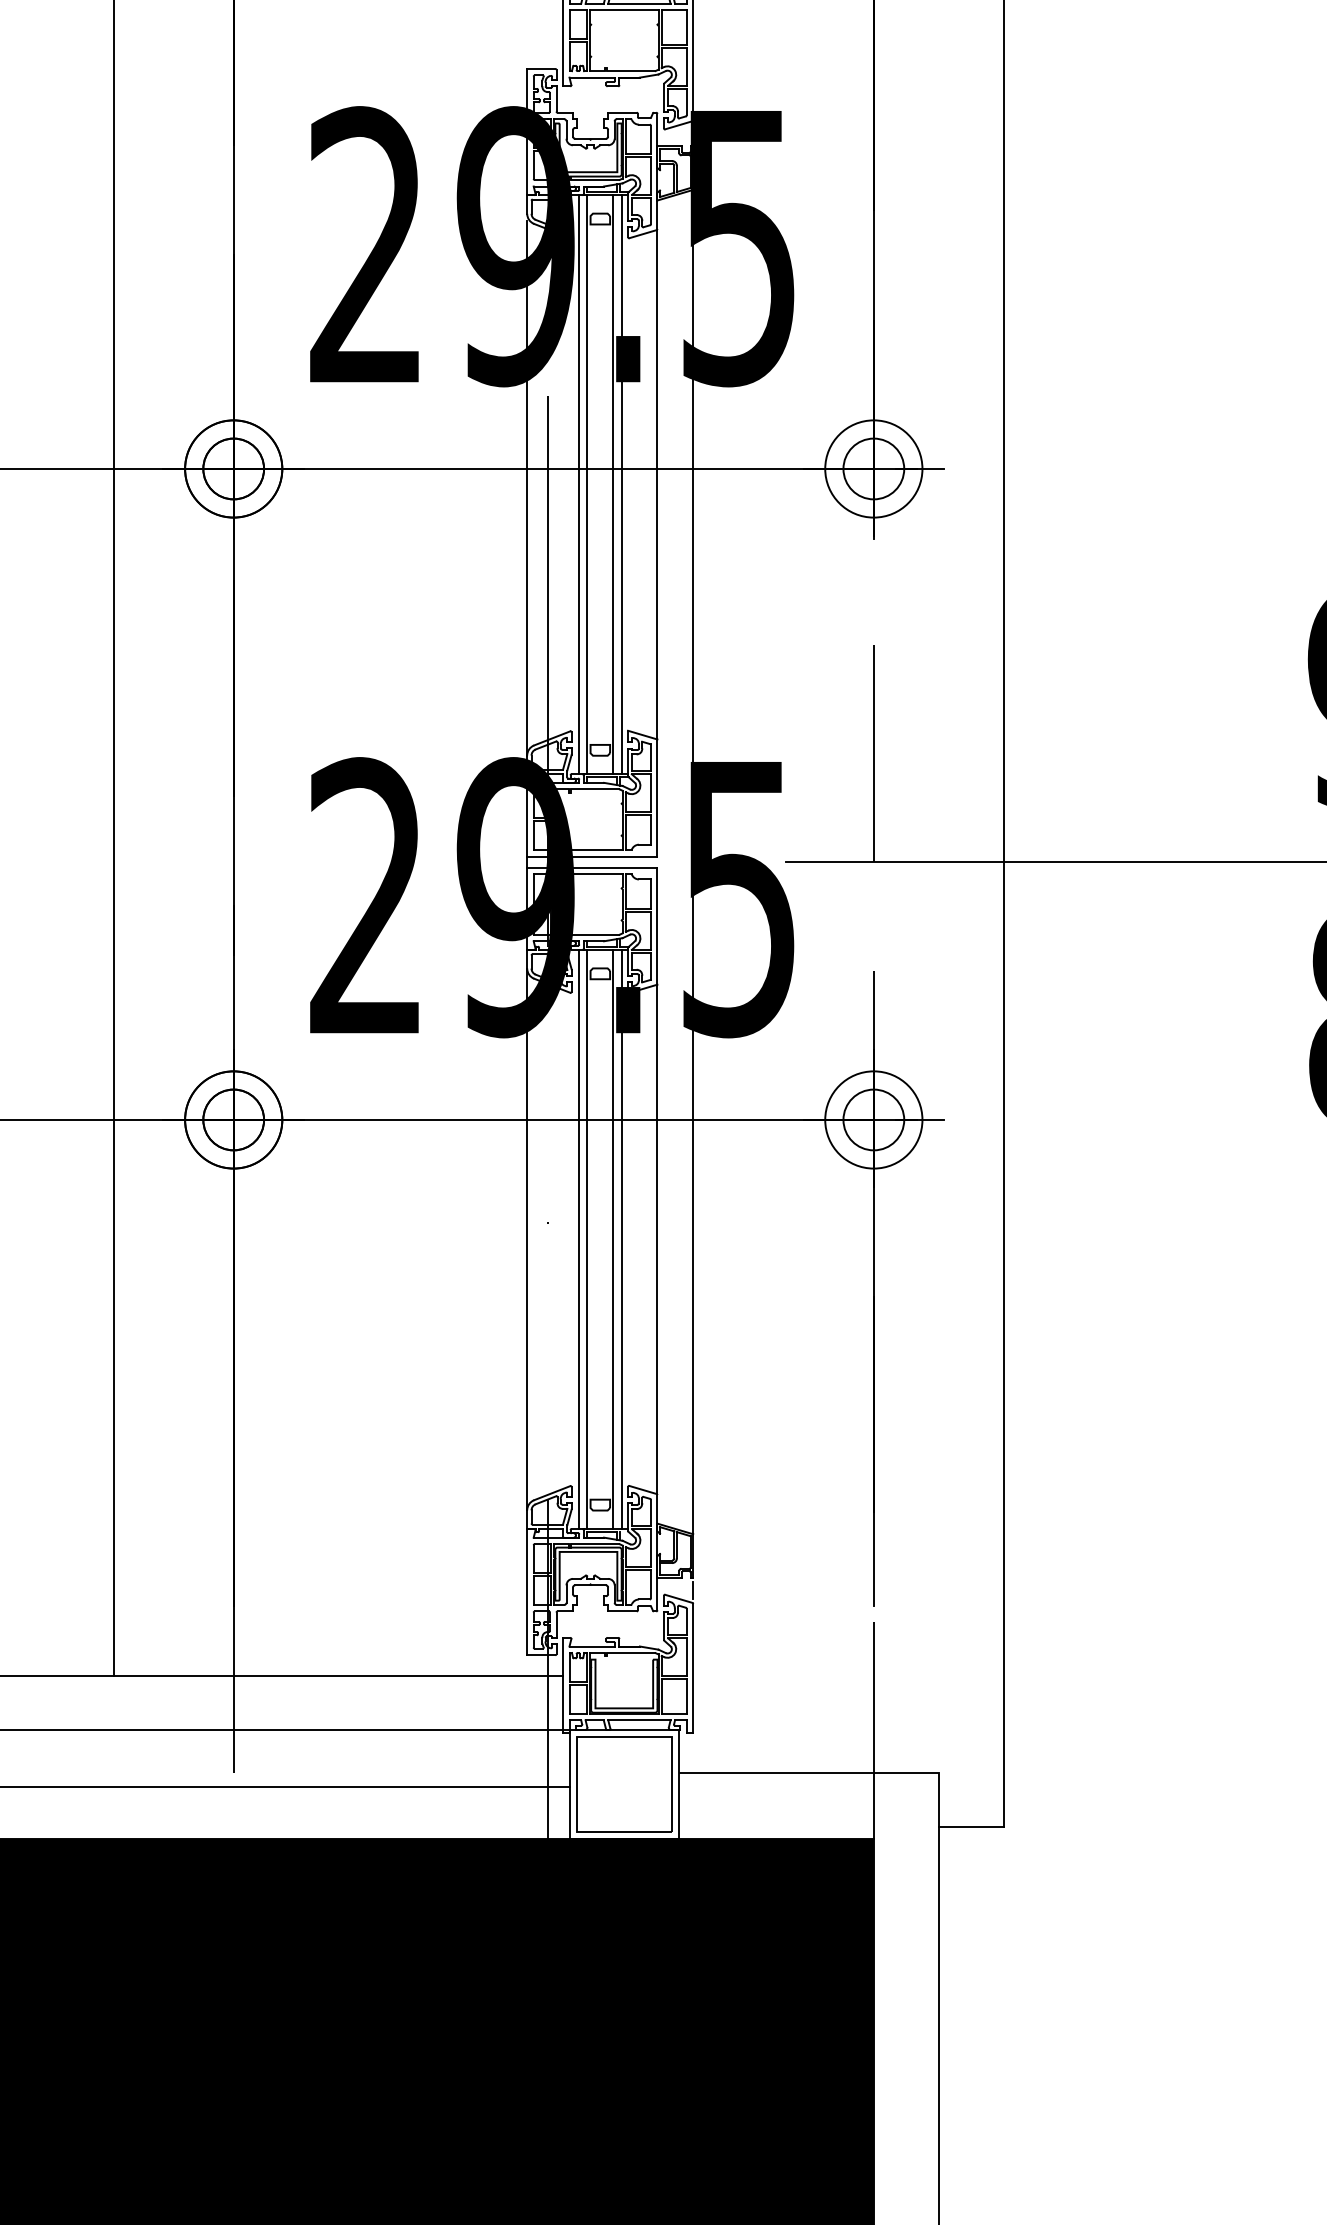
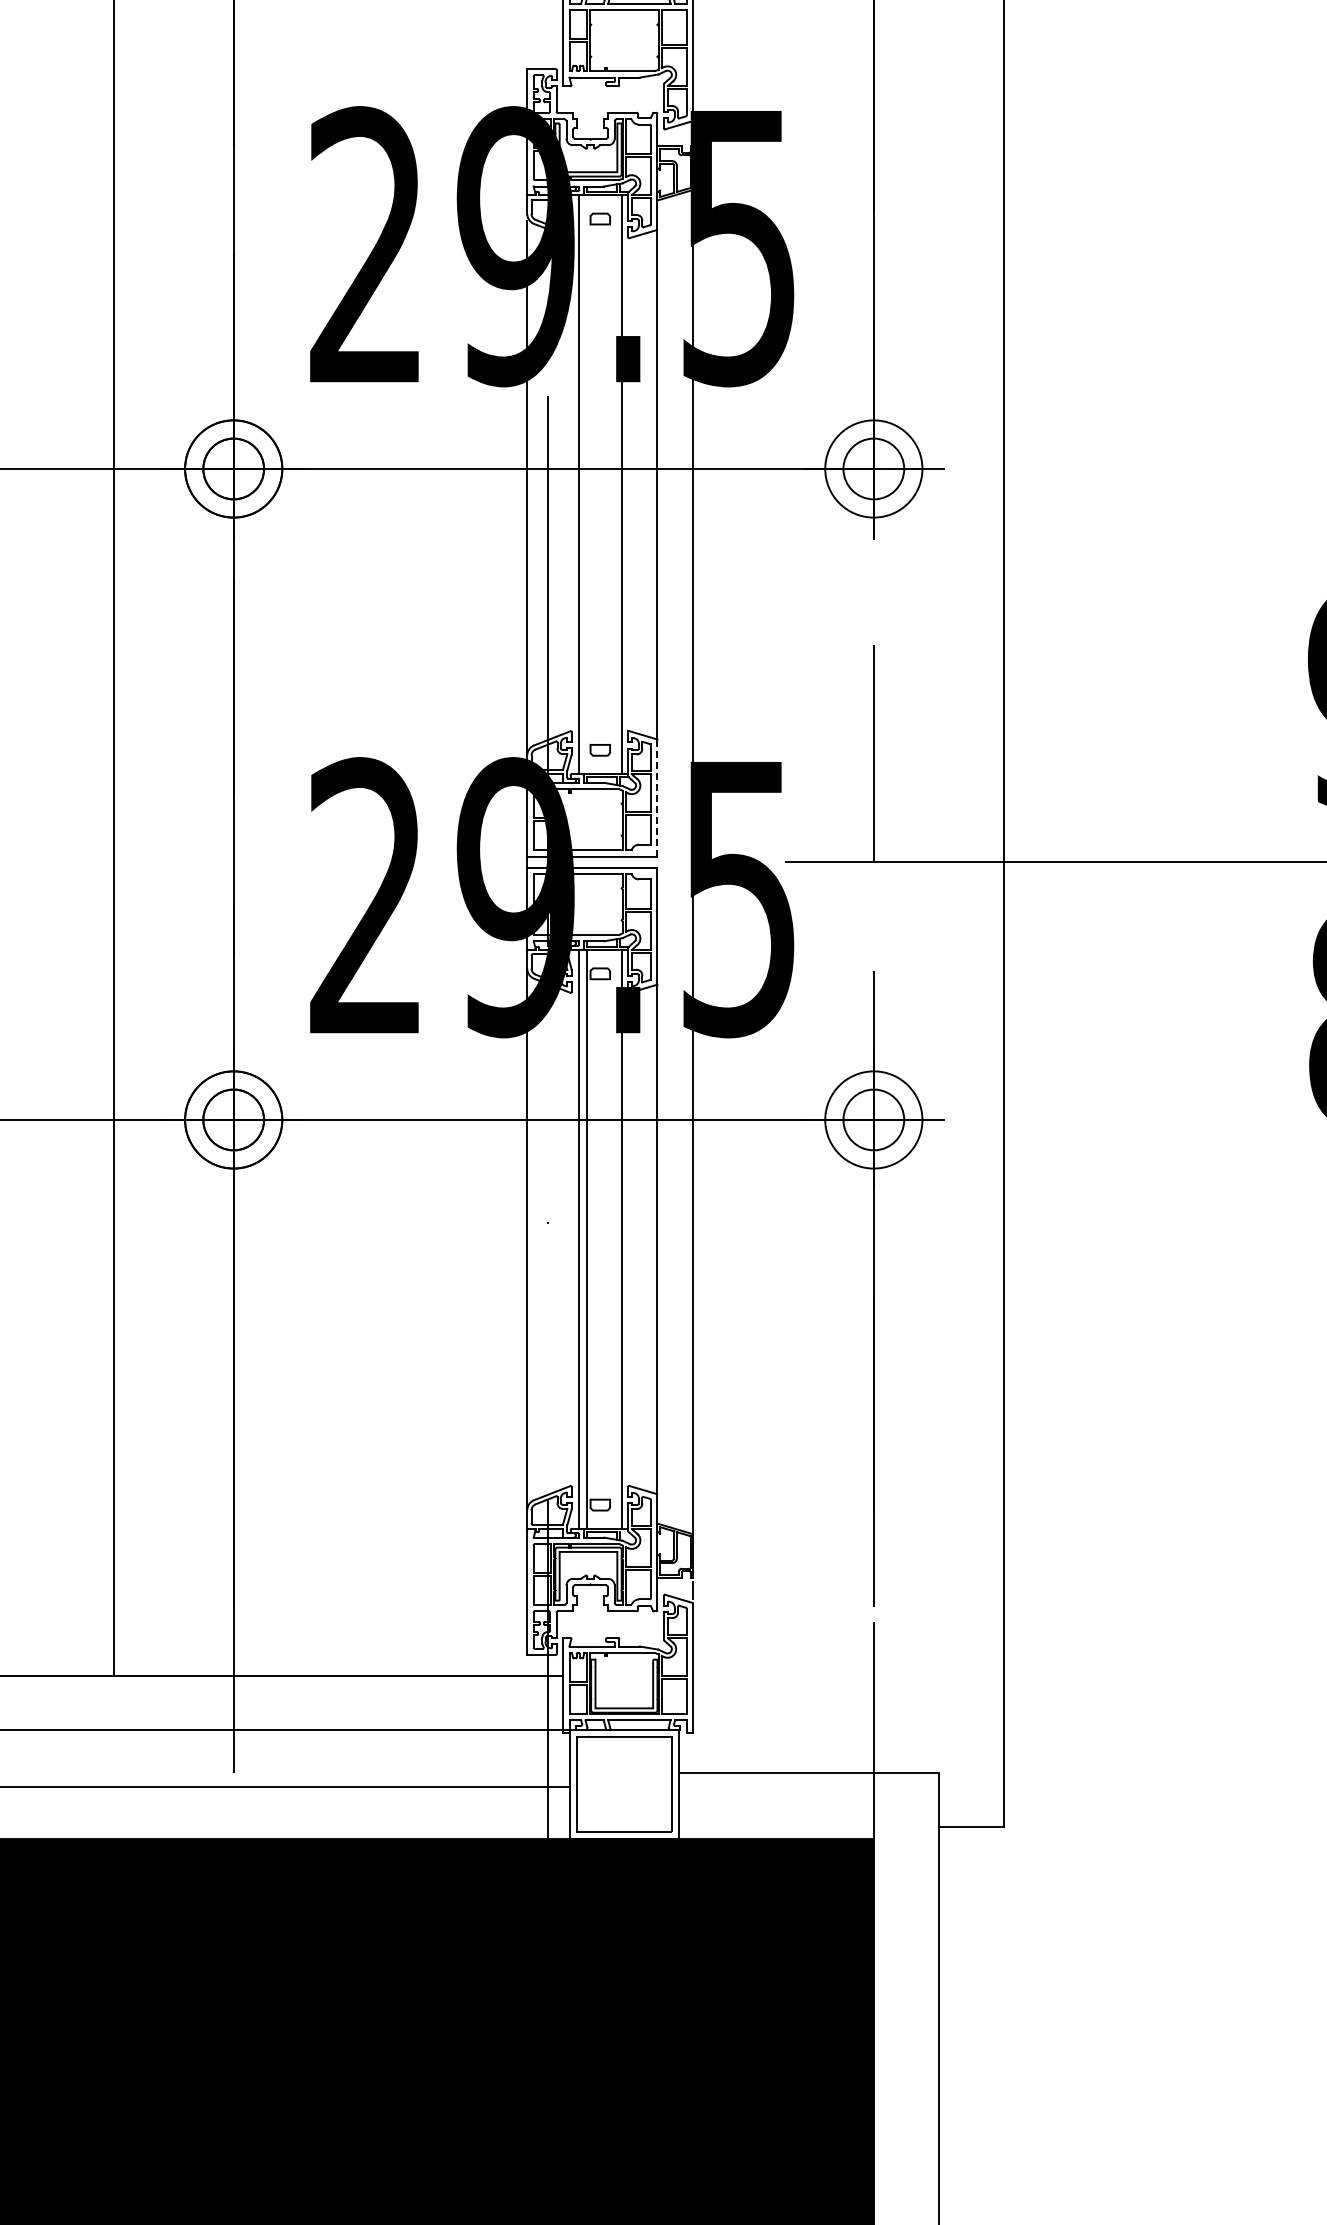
line at (587, 484): present -> none
line at (613, 484): present -> none
line at (657, 798): solid -> dashed
line at (613, 1238): present -> none
